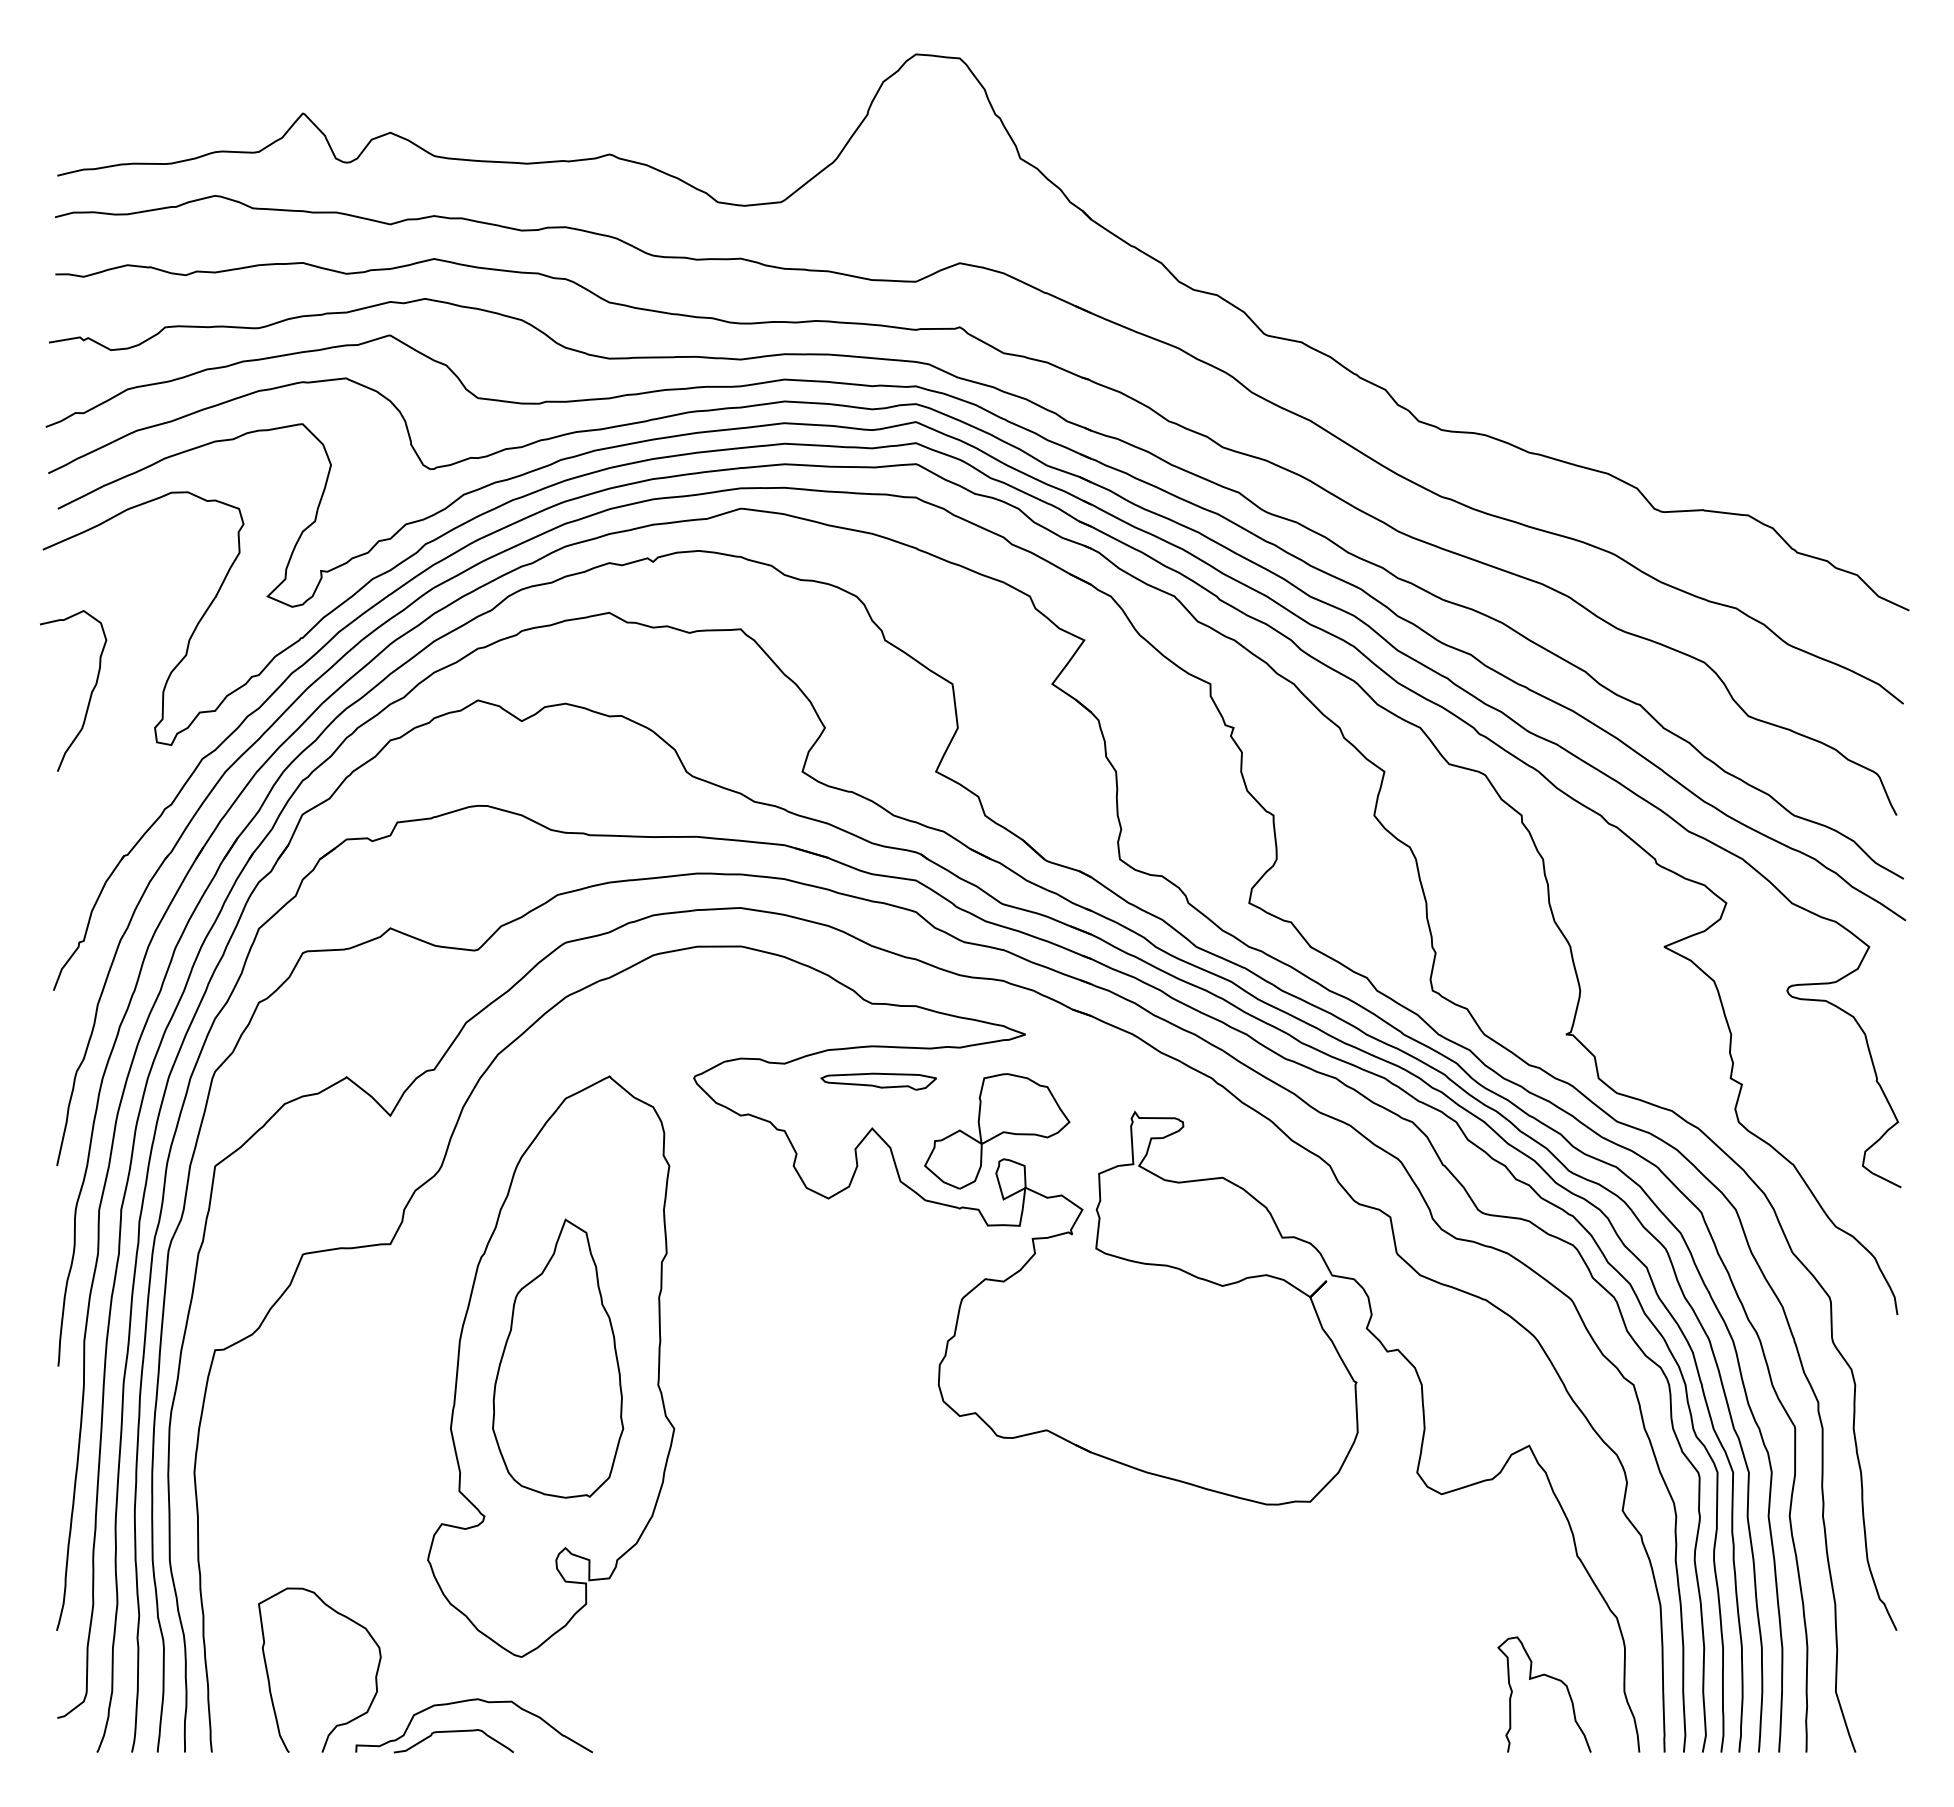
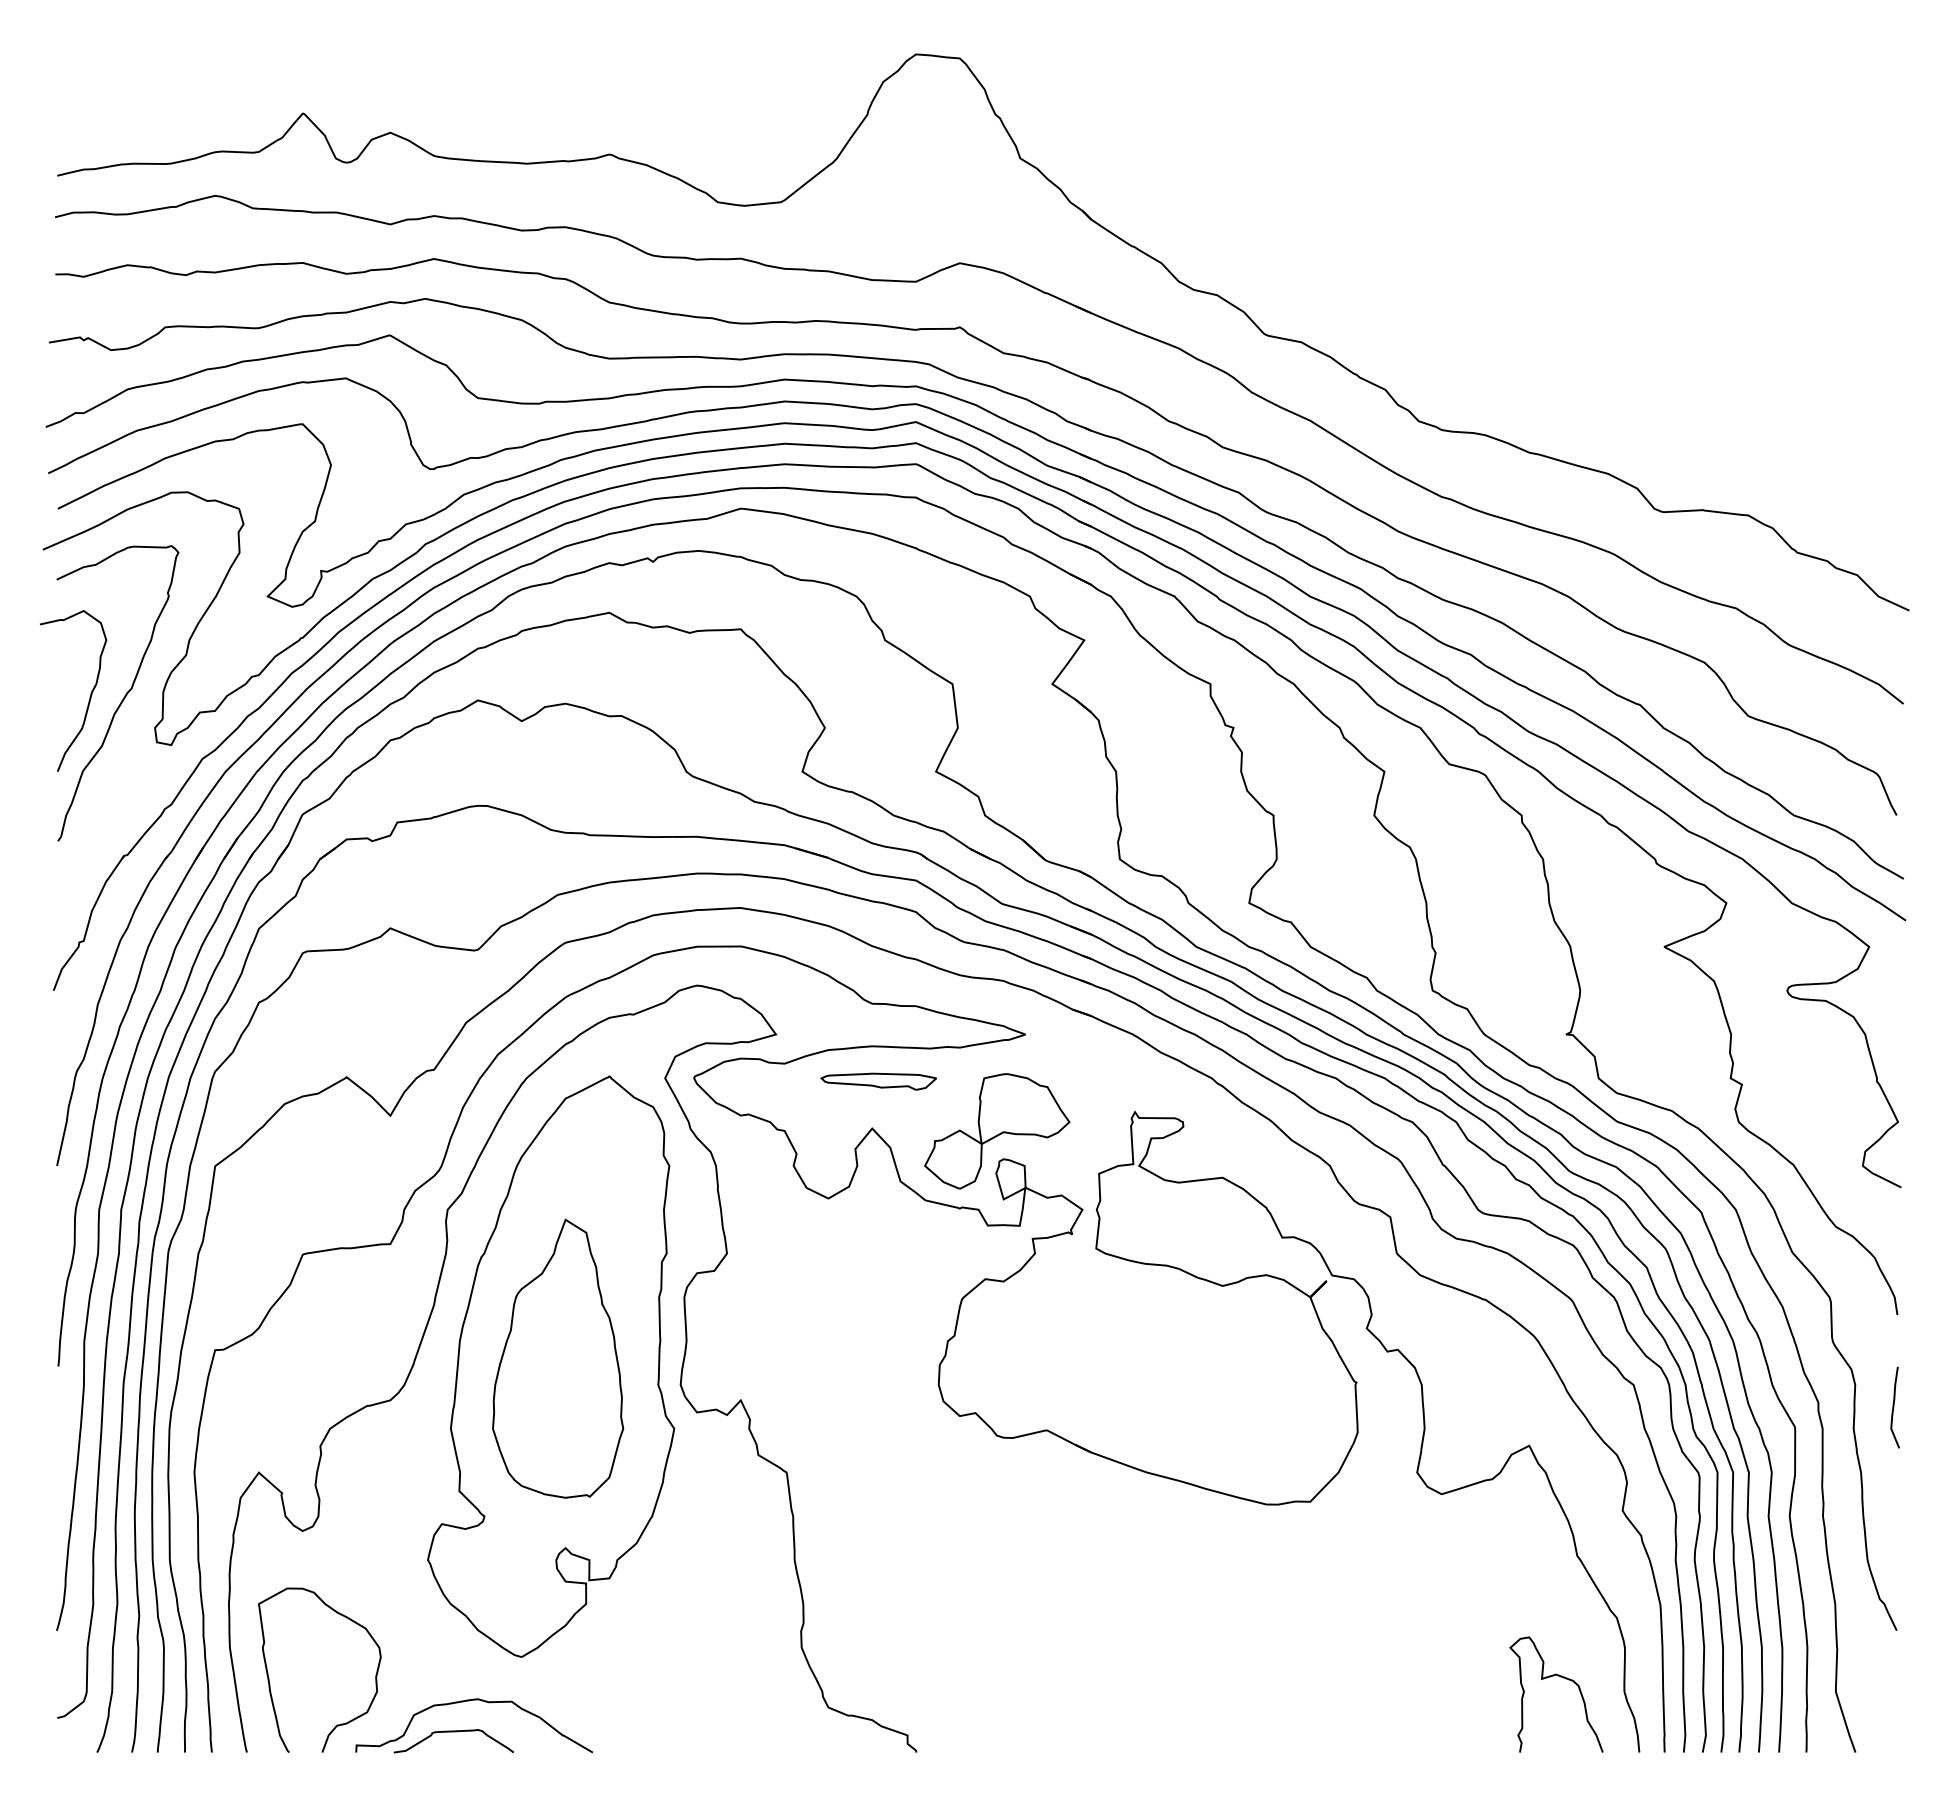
curve at (123, 697): none -> present
curve at (679, 1383): none -> present
curve at (1894, 1407): none -> present
curve at (1548, 1677) position: (1548, 1677) -> (1560, 1677)
